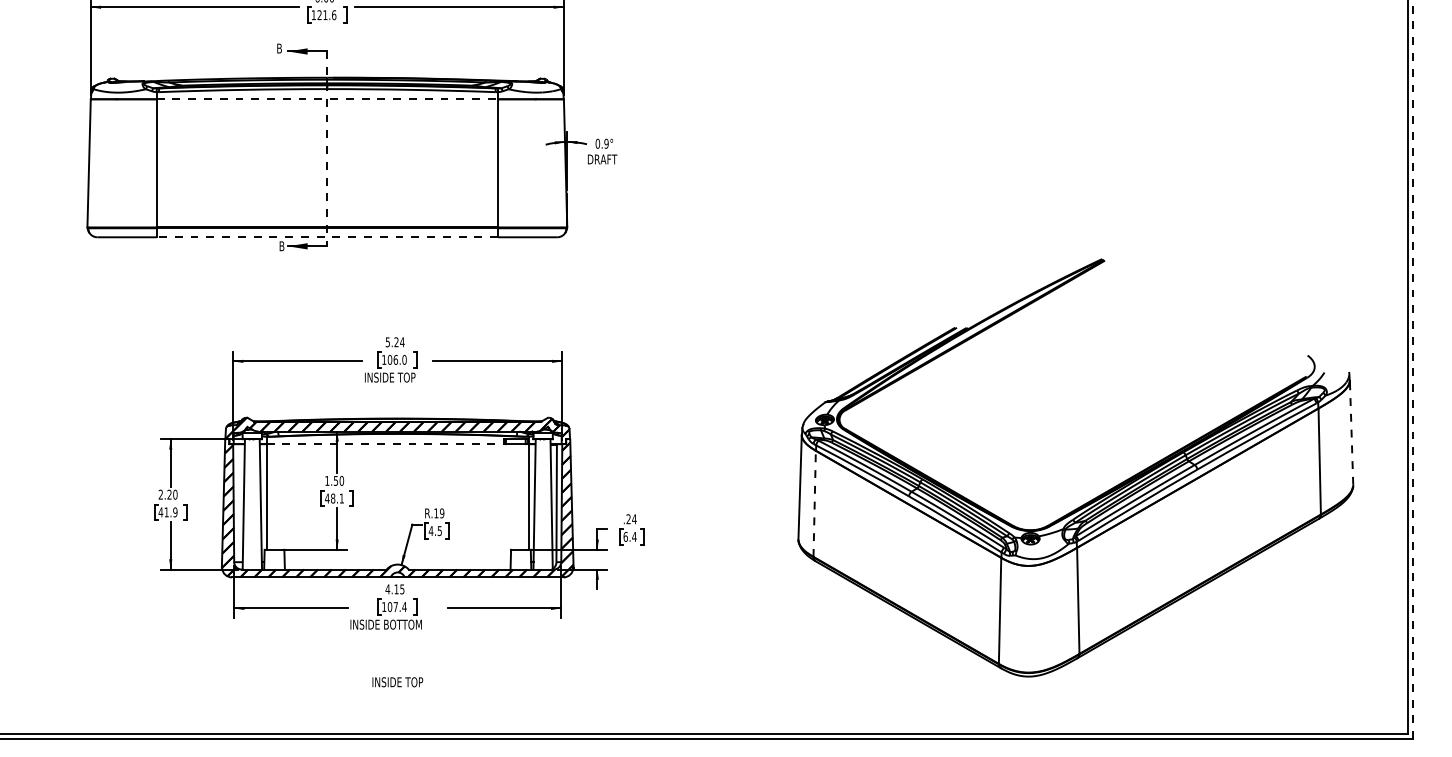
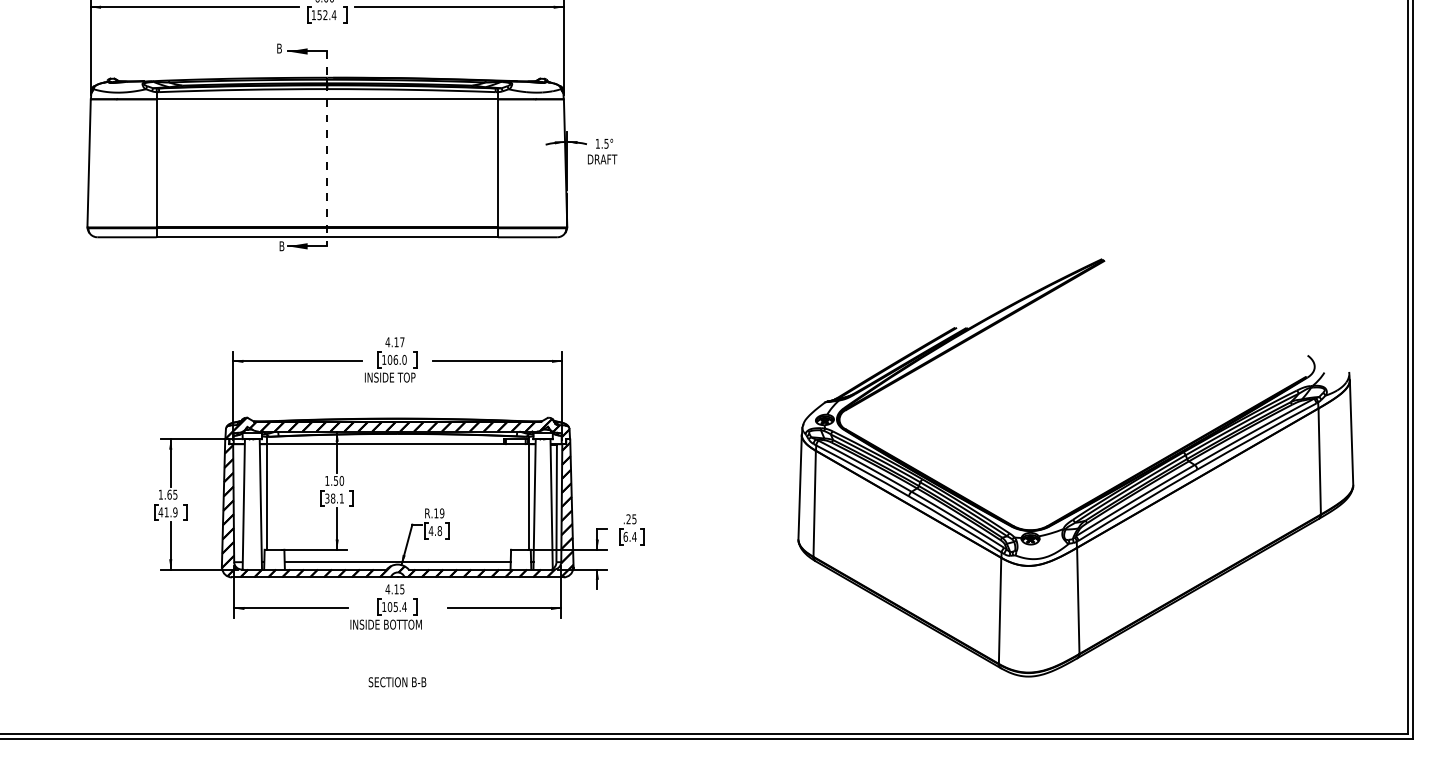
text at (326, 15): 121.6 -> 152.4
line at (327, 99): dashed -> solid
text at (601, 143): 0.9° -> 1.5°
line at (327, 237): dashed -> solid
text at (394, 342): 5.24 -> 4.17
line at (1412, 369): dashed -> solid
line at (1351, 432): dashed -> solid
line at (385, 444): dashed -> solid
text at (167, 494): 2.20 -> 1.65
text at (327, 498): 48.1 -> 38.1
line at (814, 503): dashed -> solid
text at (634, 519): .24 -> .25
text at (439, 530): 4.5 -> 4.8
line at (397, 562): none -> present
text at (395, 607): 107.4 -> 105.4
text at (397, 682): INSIDE TOP -> SECTION B-B
